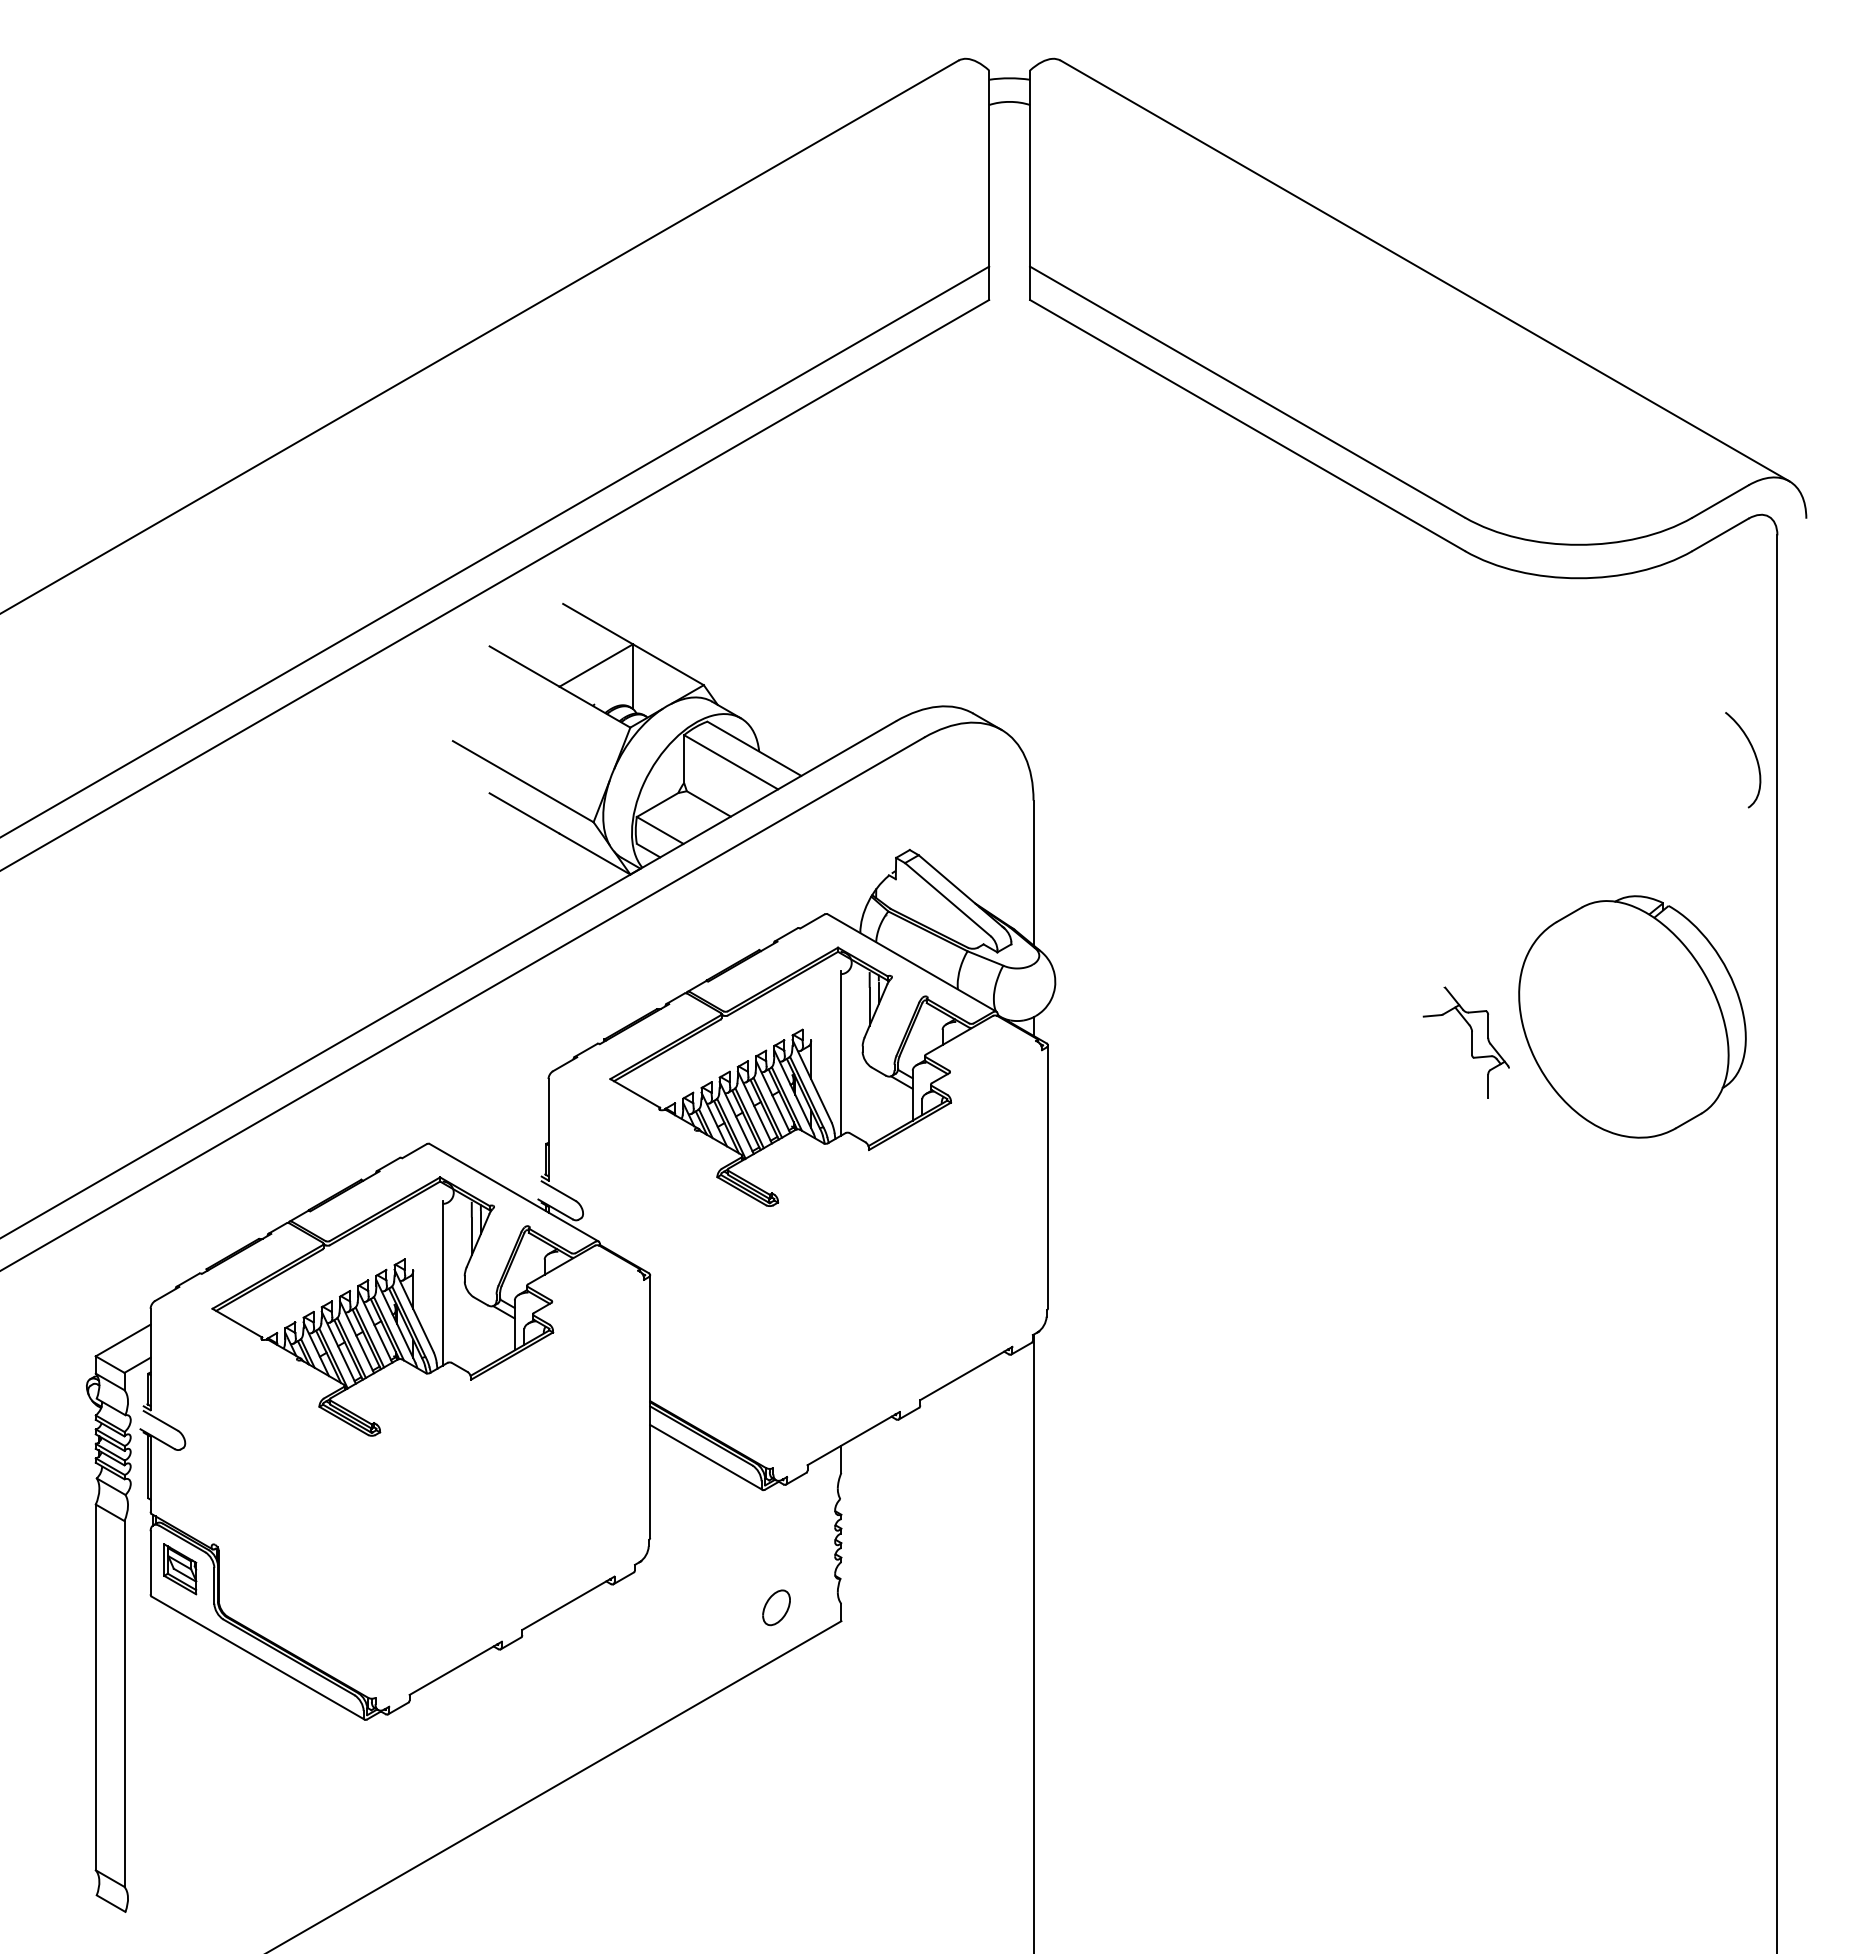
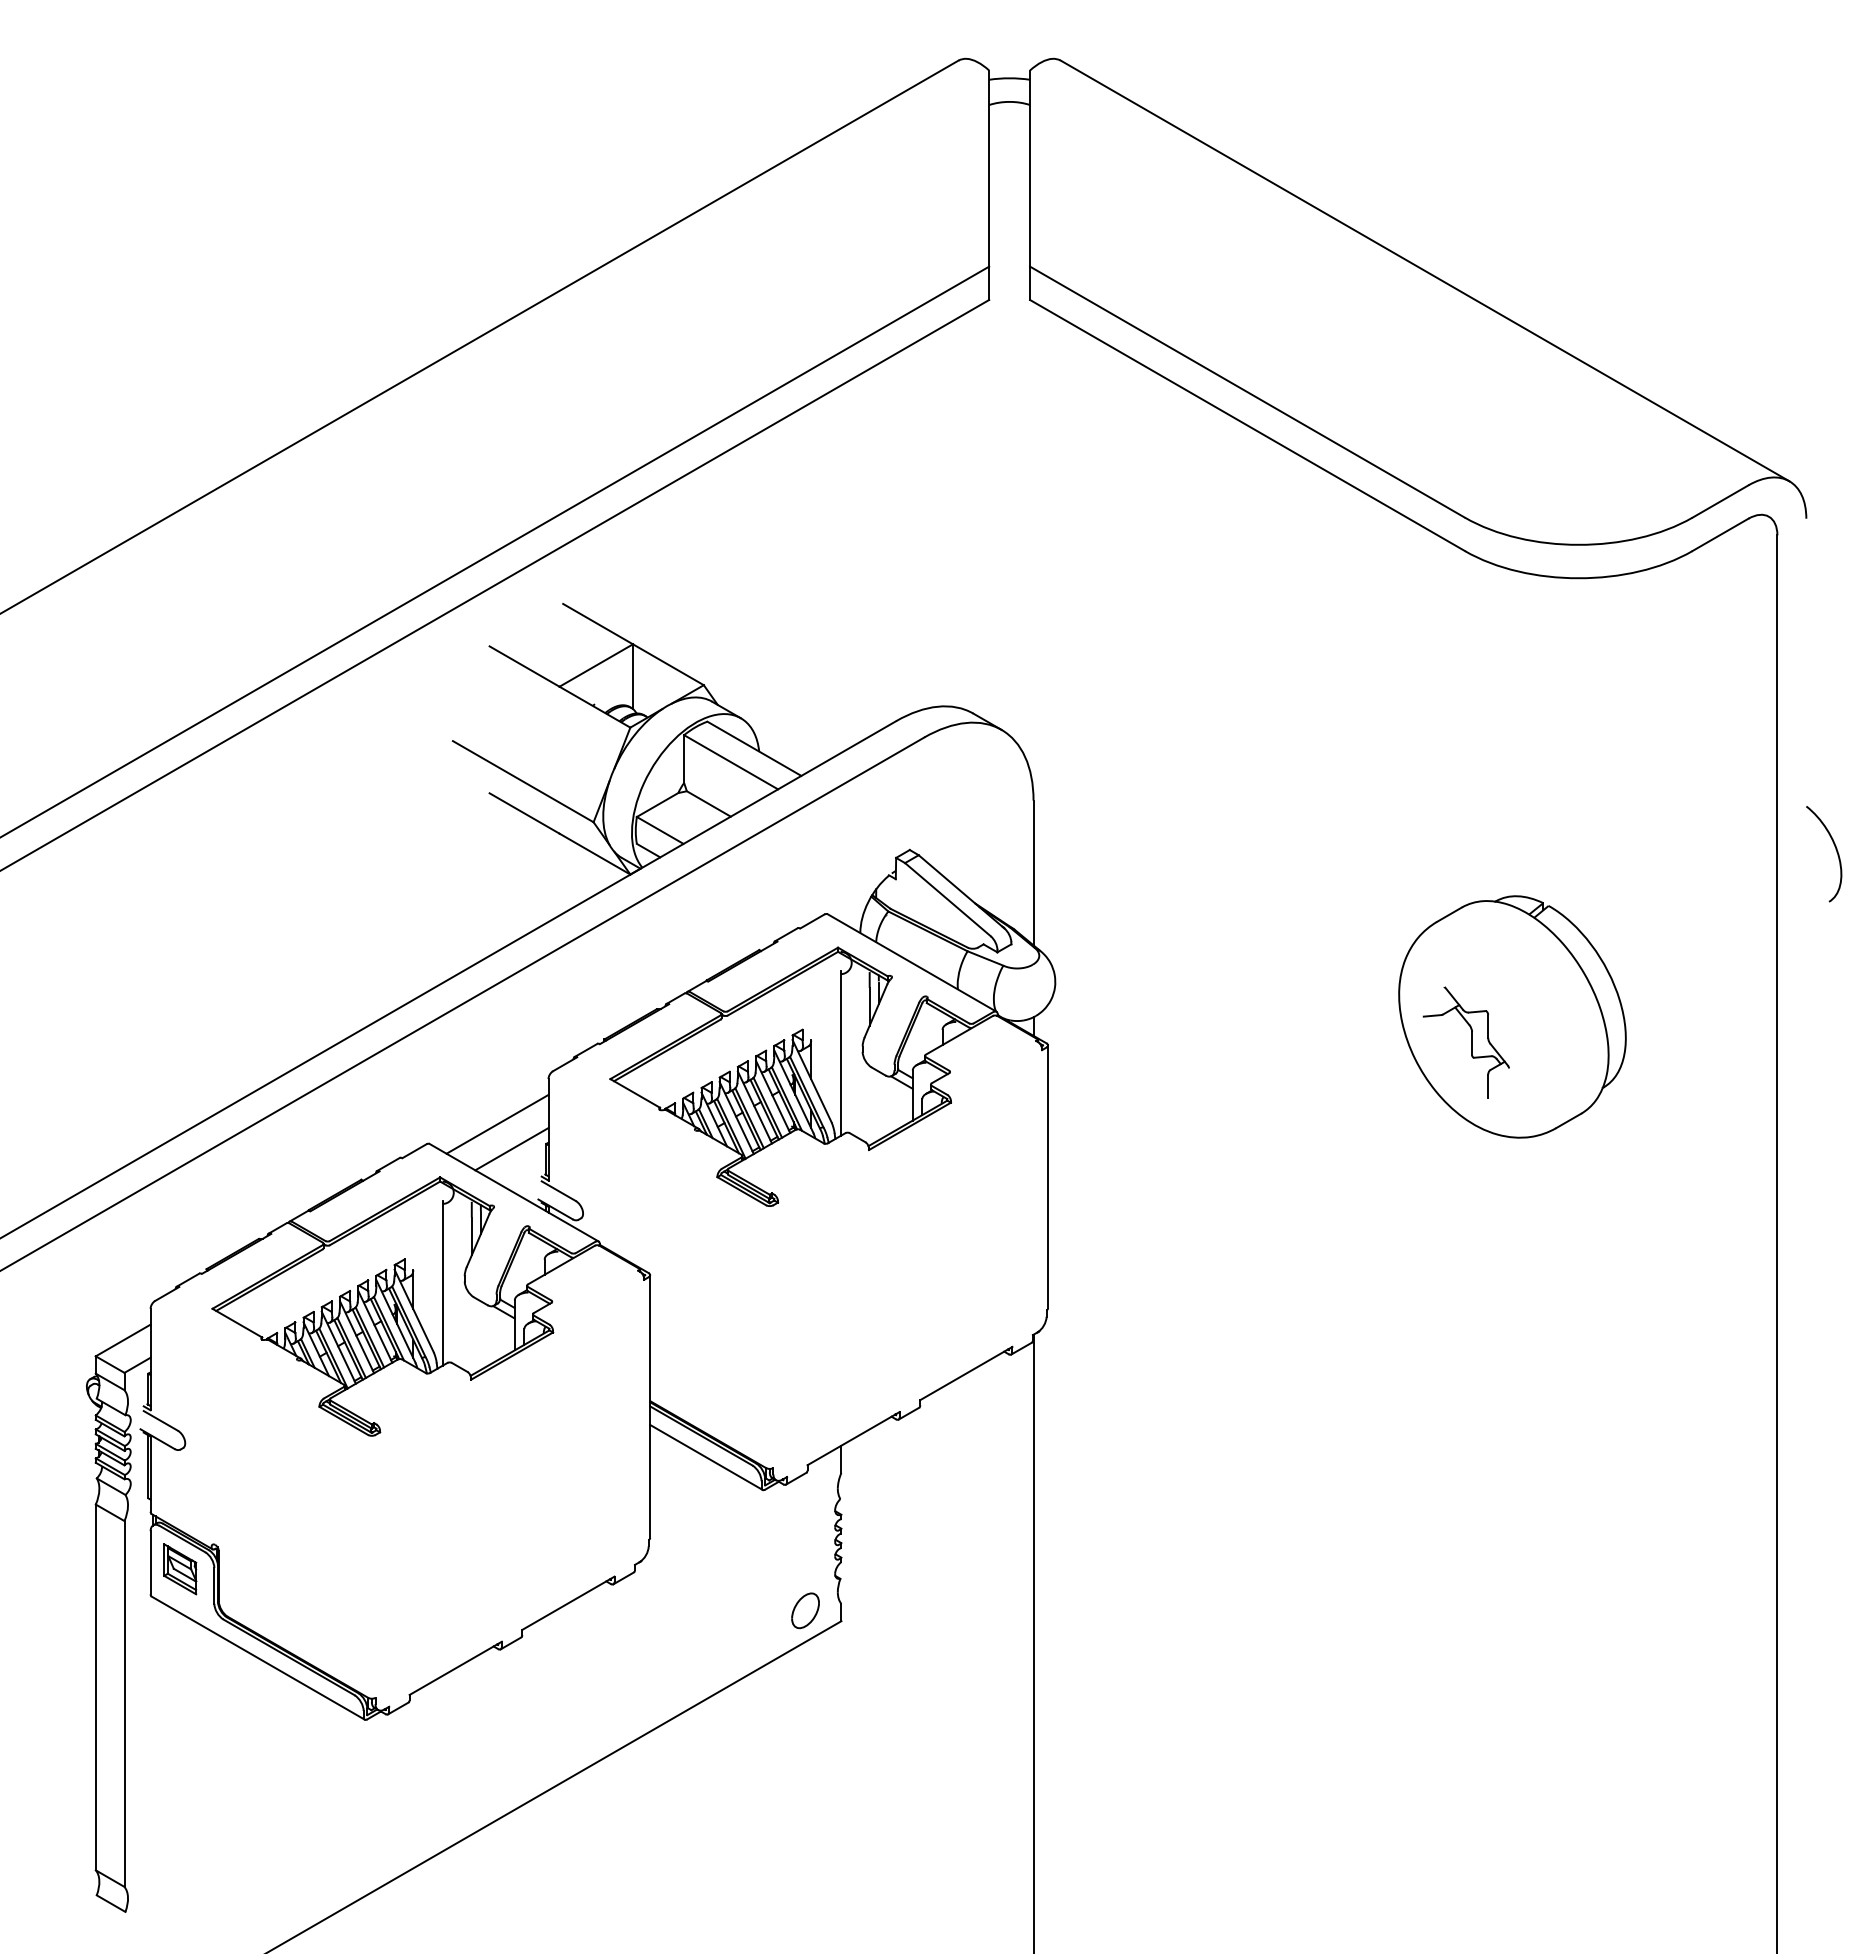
curve at (1754, 755) position: (1754, 755) -> (1835, 849)
part at (1632, 1016) position: (1632, 1016) -> (1512, 1016)
line at (497, 1123): none -> present
line at (511, 1149): none -> present
part at (776, 1607) position: (776, 1607) -> (805, 1610)
